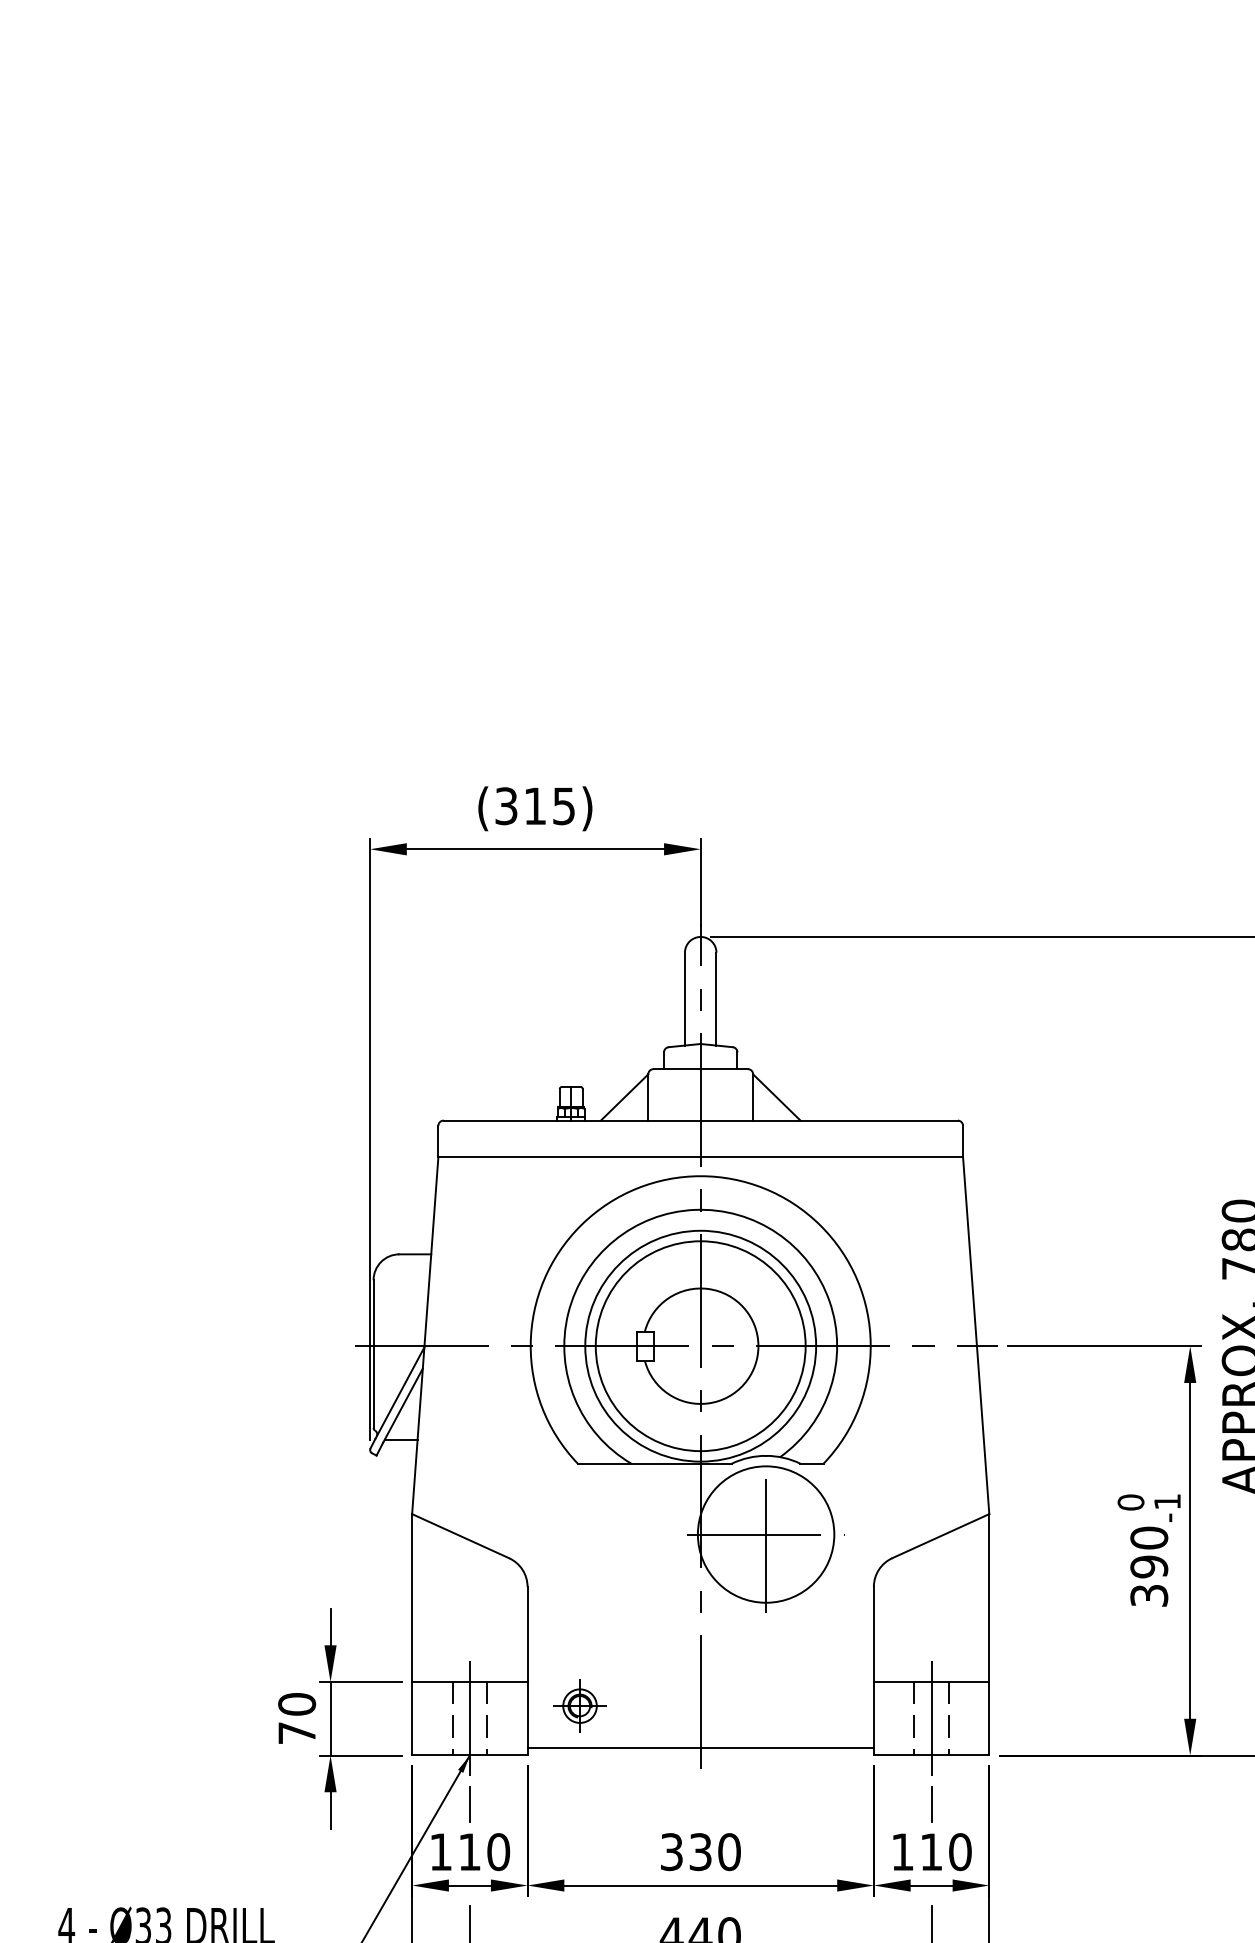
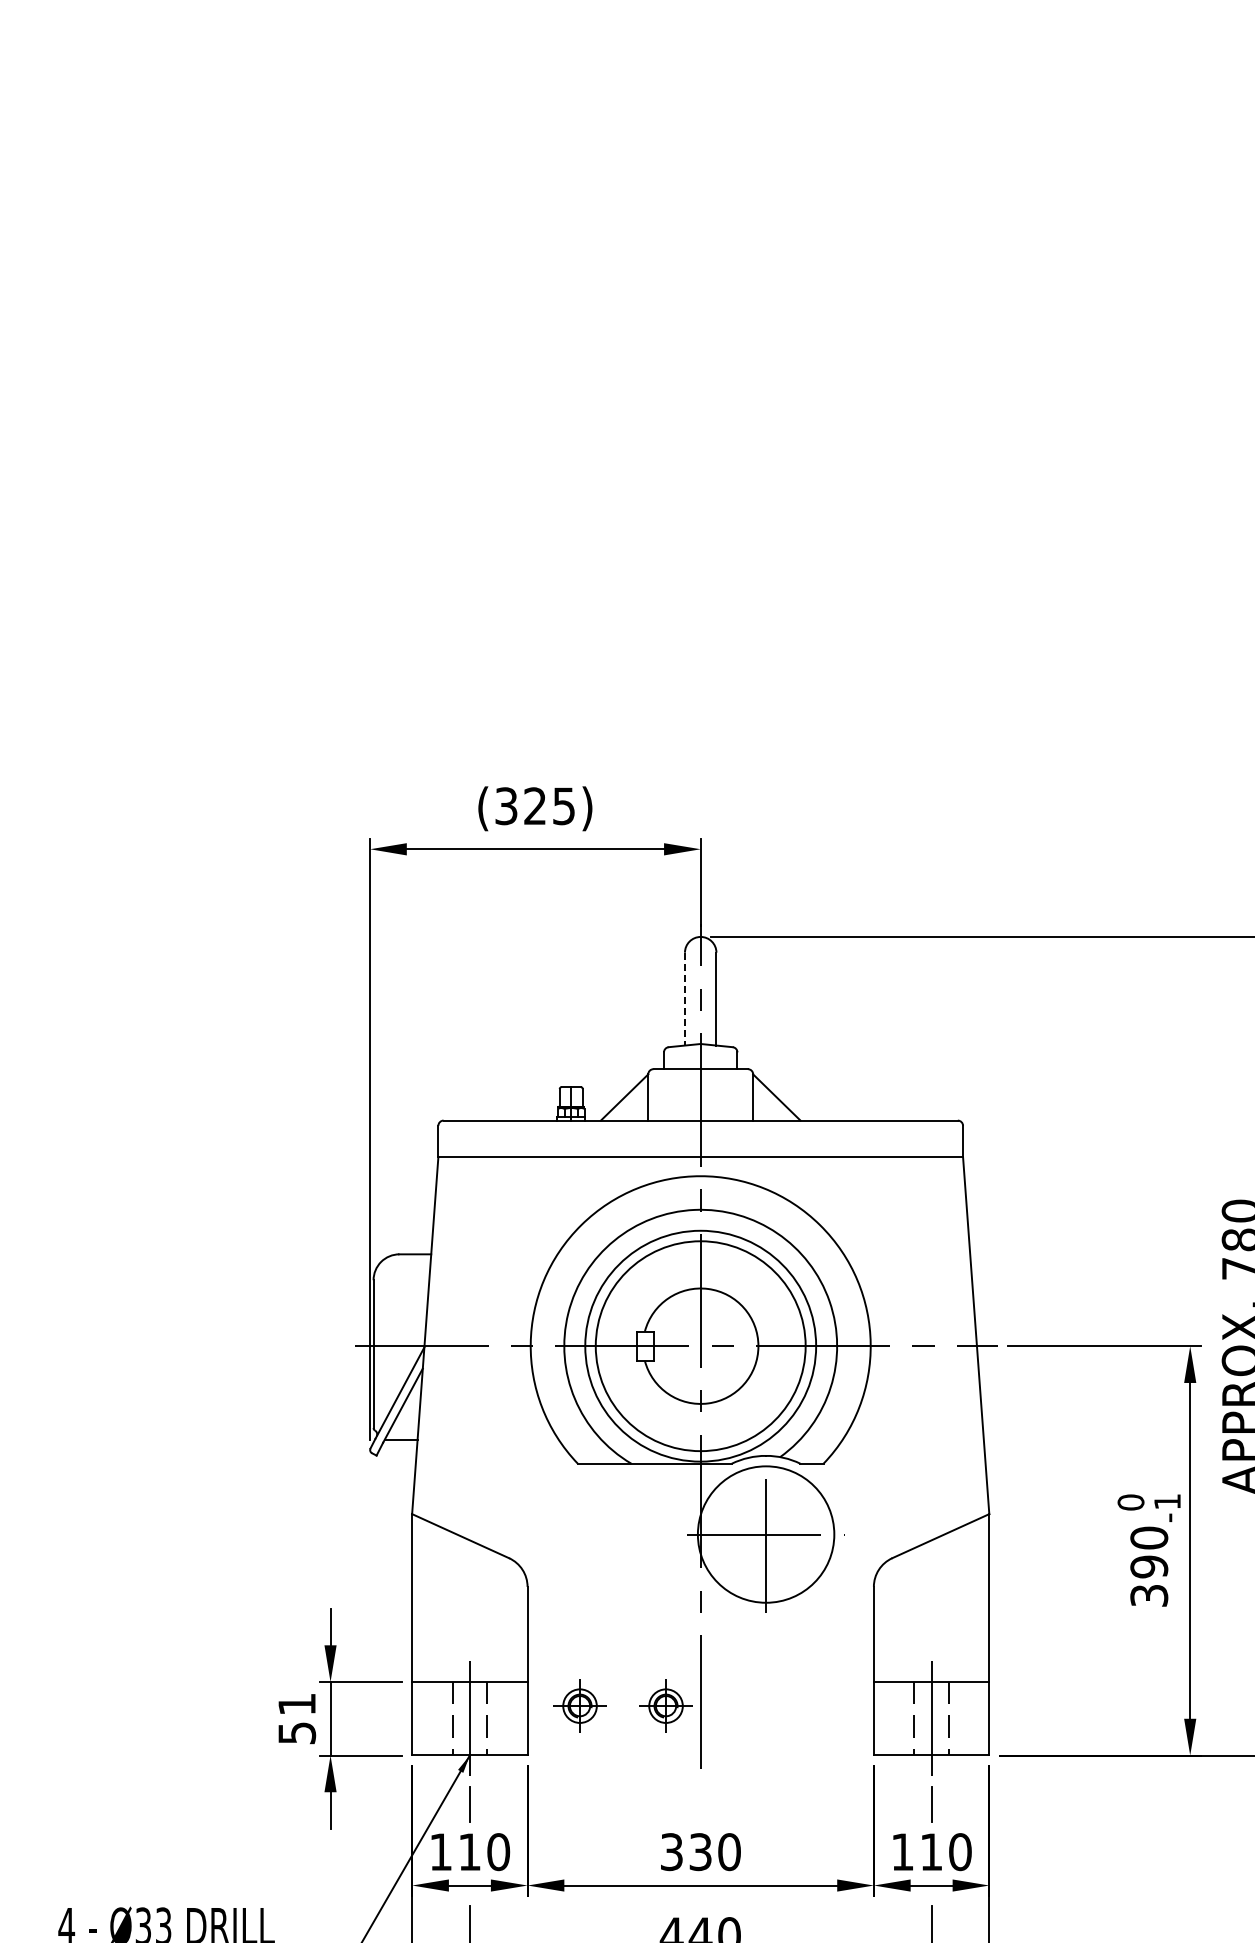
text at (534, 805): (315) -> (325)
line at (684, 999): solid -> dashed
part at (665, 1705): none -> present
text at (297, 1718): 70 -> 51
line at (700, 1748): present -> none
